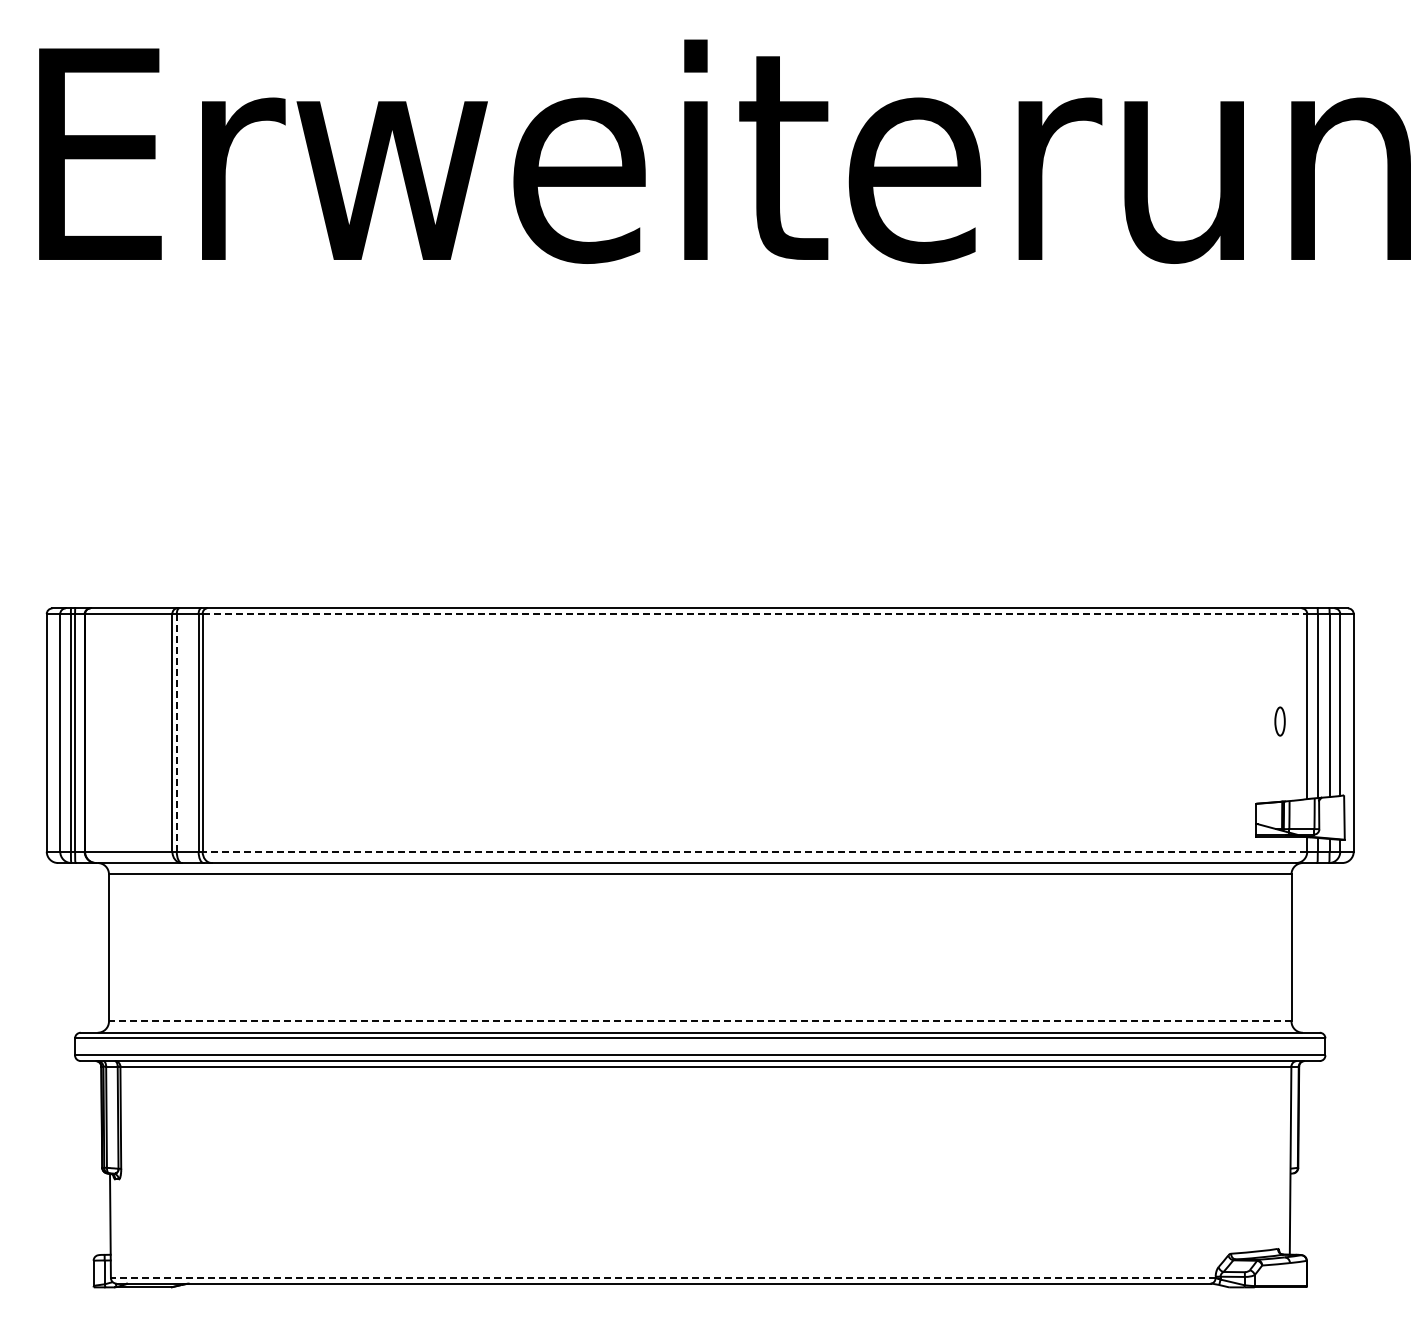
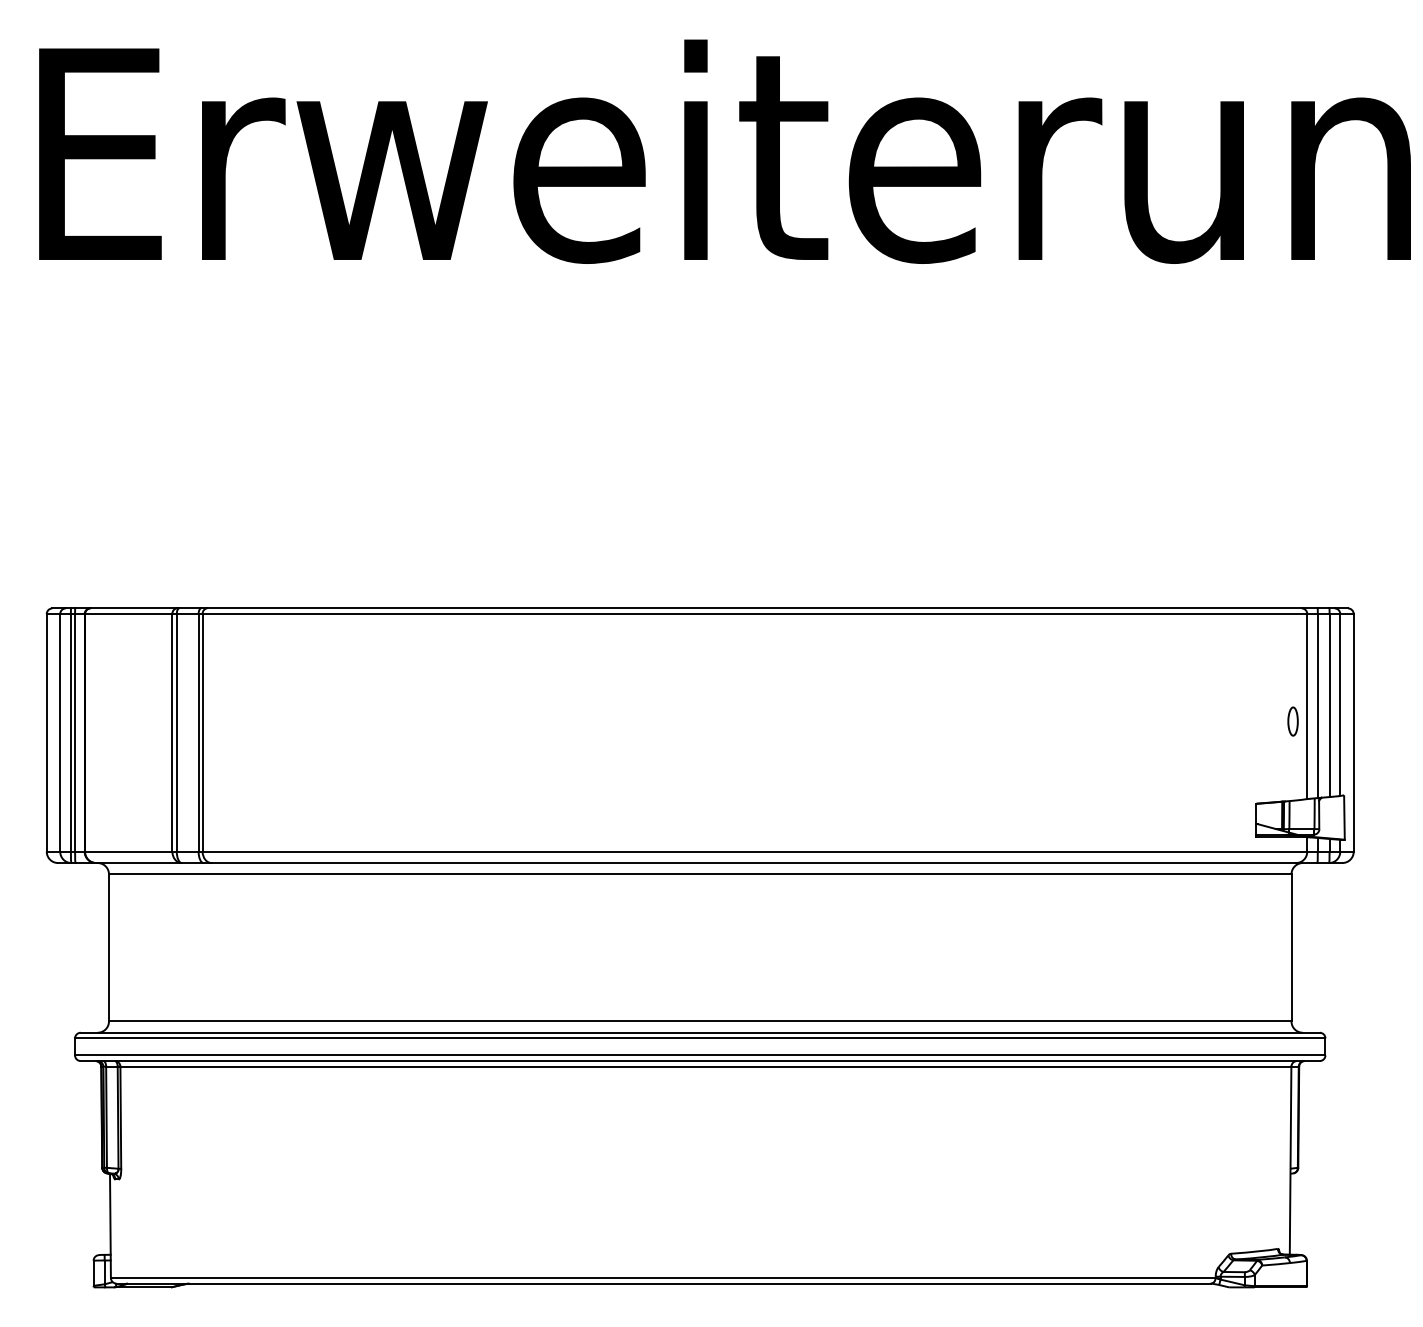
line at (755, 614): dashed -> solid
part at (1279, 721) position: (1279, 721) -> (1292, 721)
line at (176, 732): dashed -> solid
line at (754, 851): dashed -> solid
line at (699, 1021): dashed -> solid
line at (662, 1278): dashed -> solid
